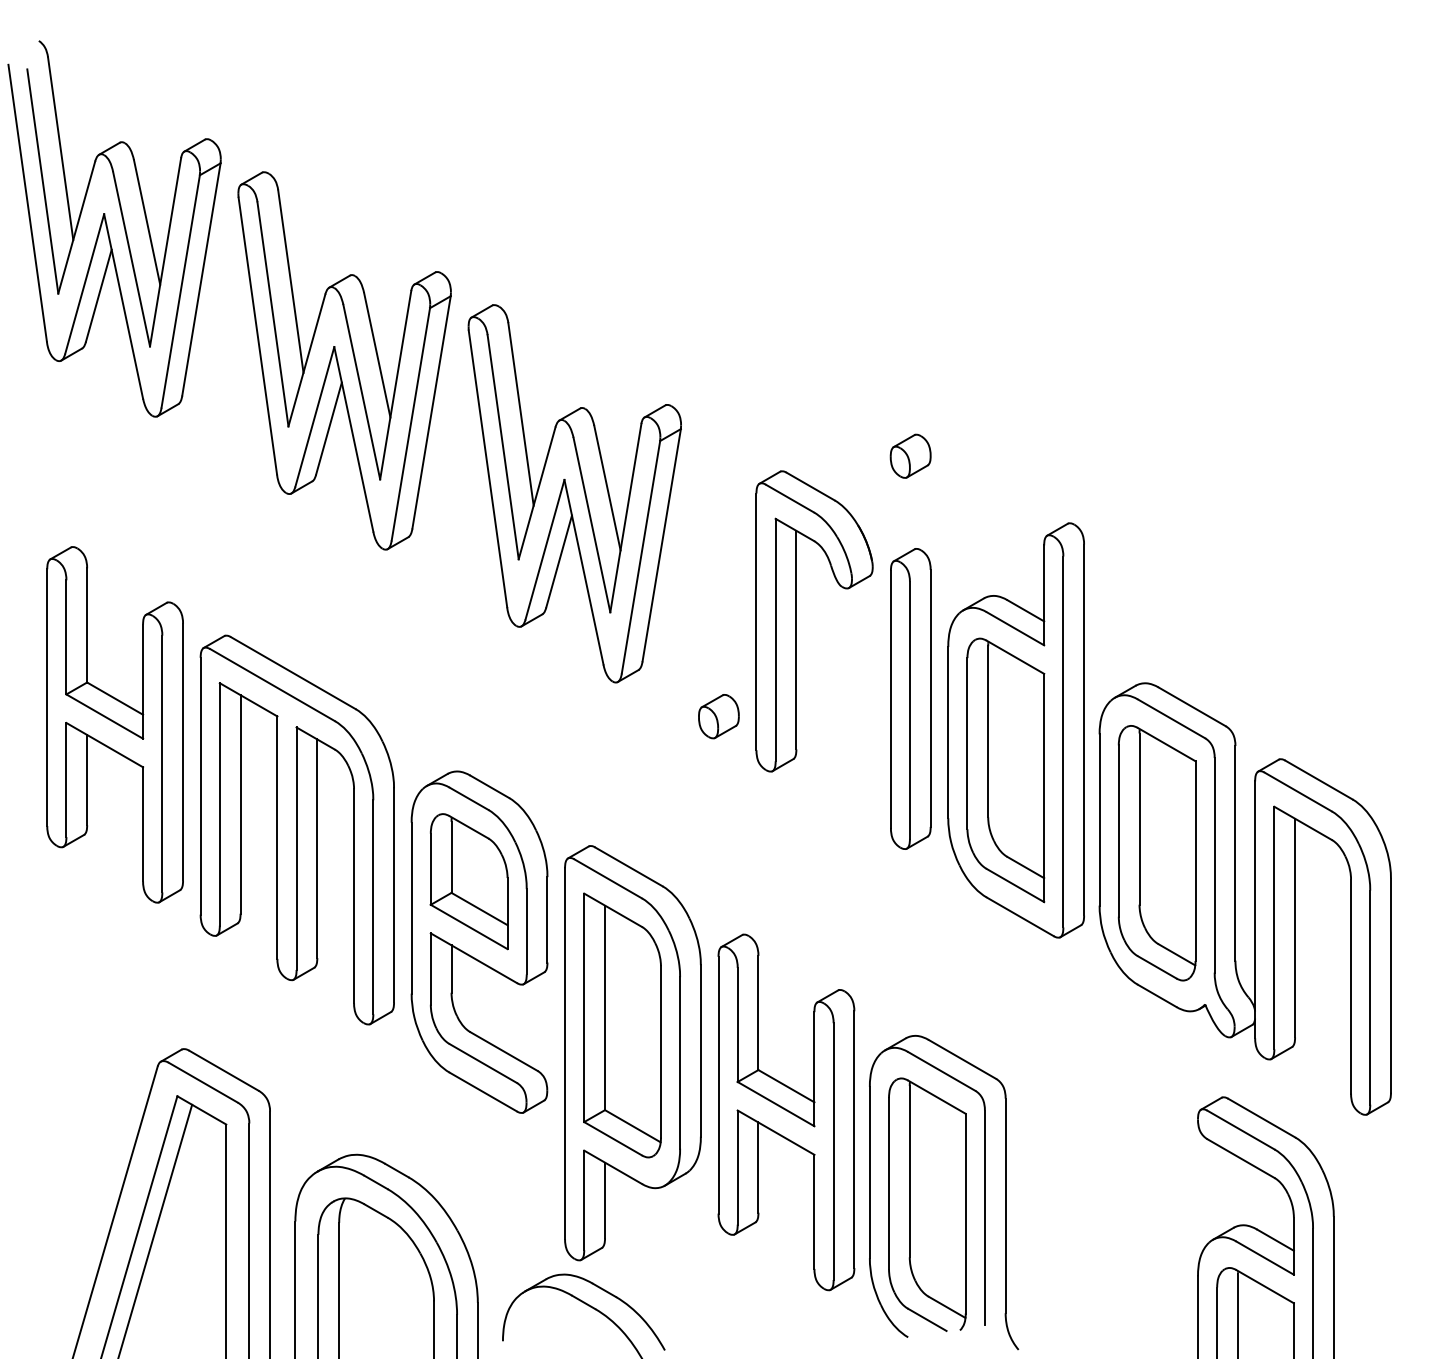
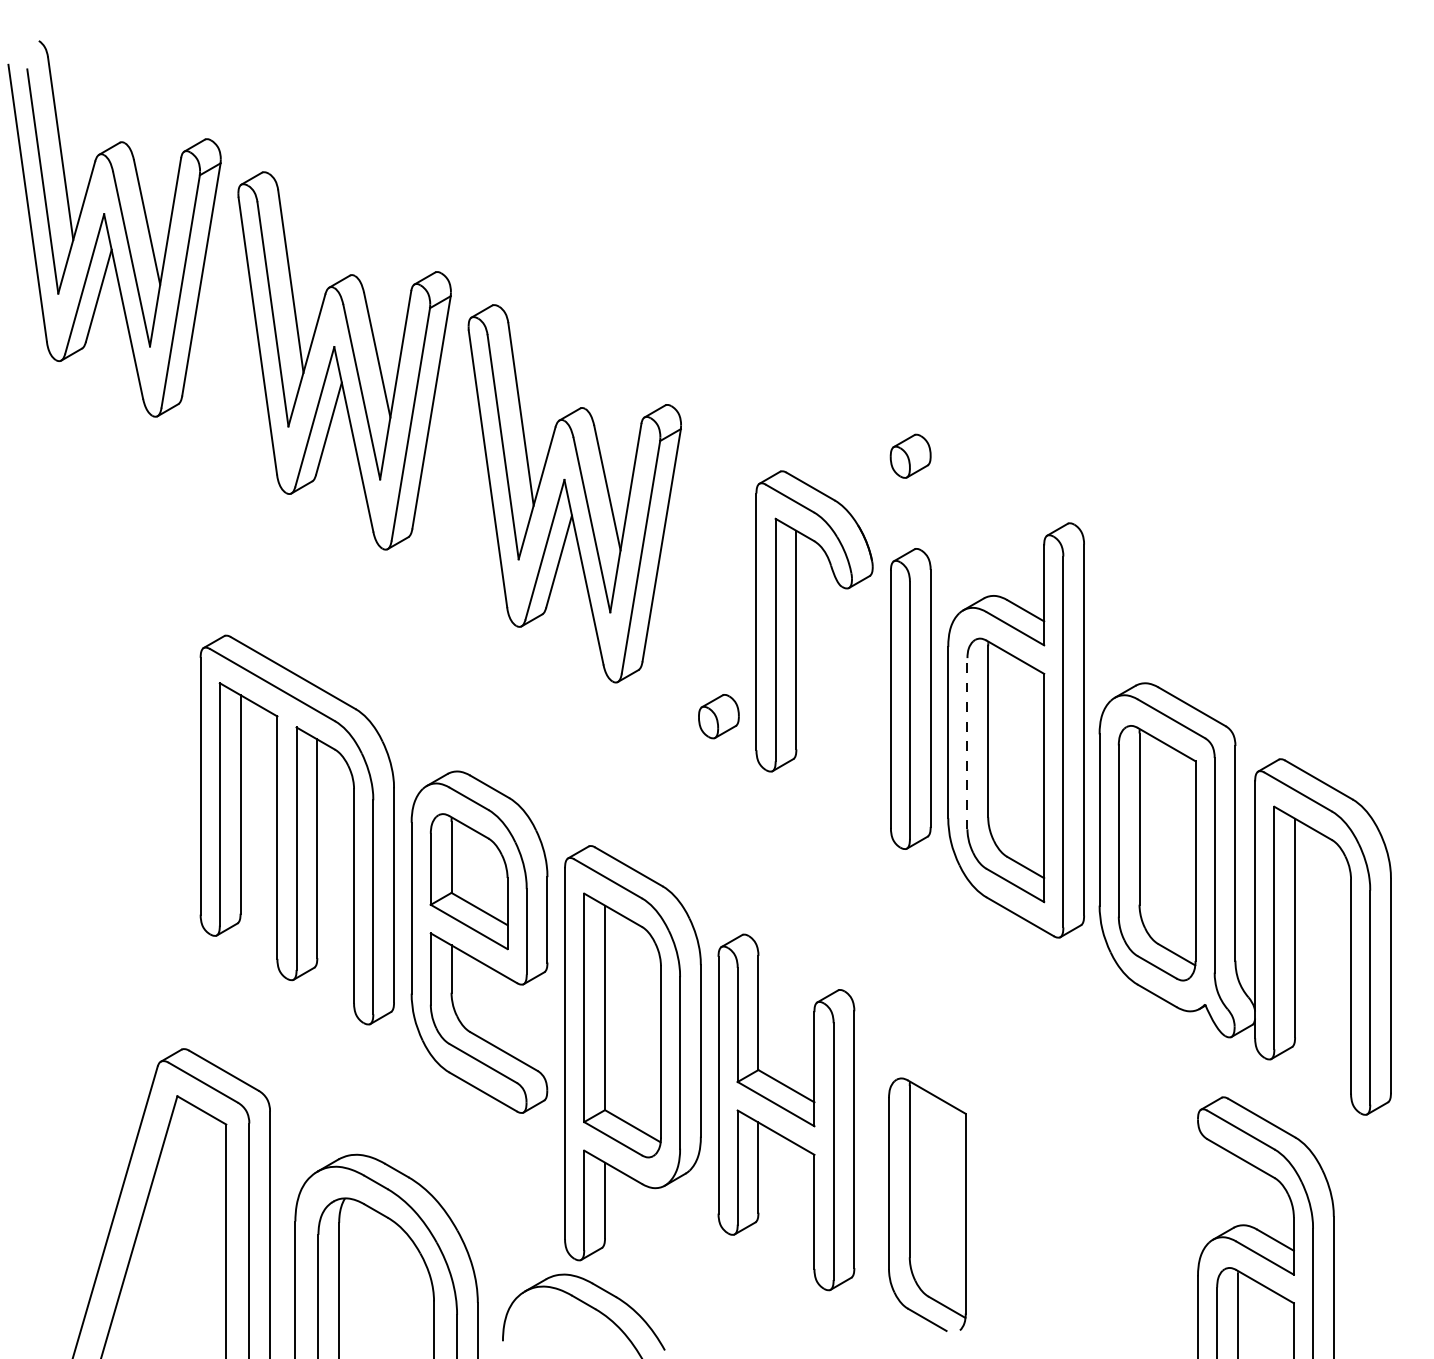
part at (114, 724): present -> none
line at (967, 743): solid -> dashed
part at (984, 1192): present -> none
line at (155, 1229): present -> none
